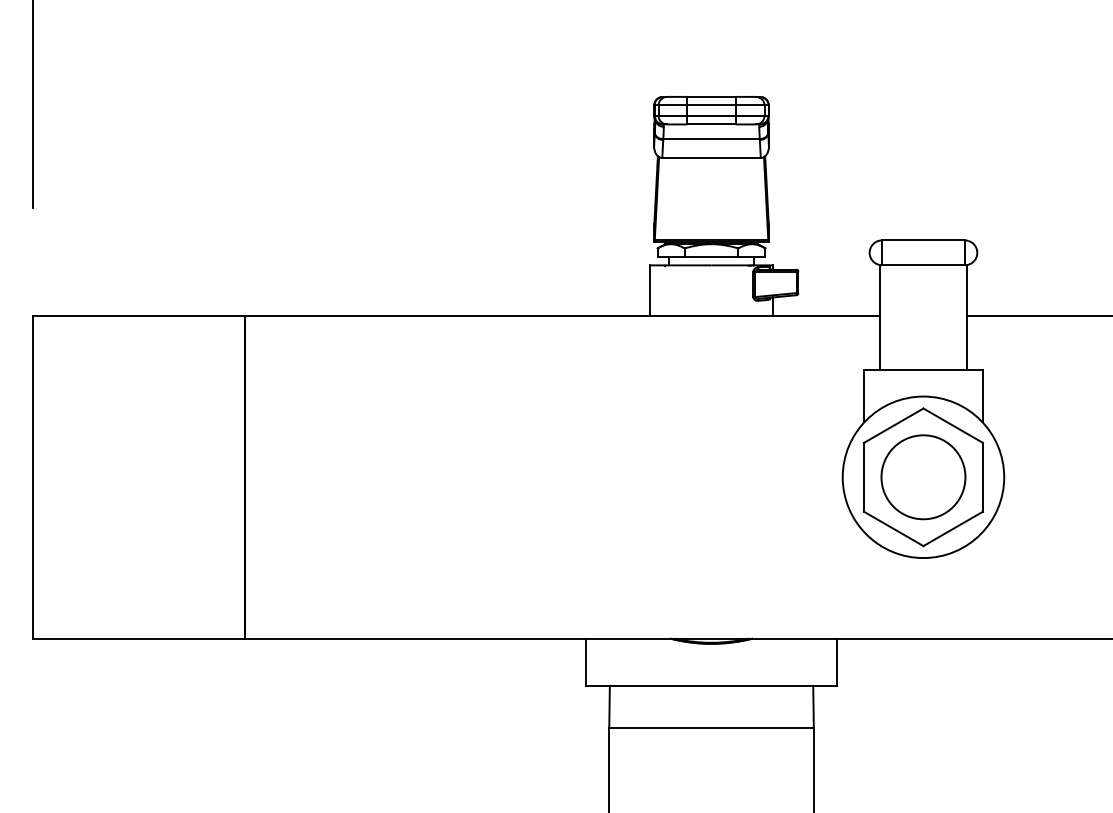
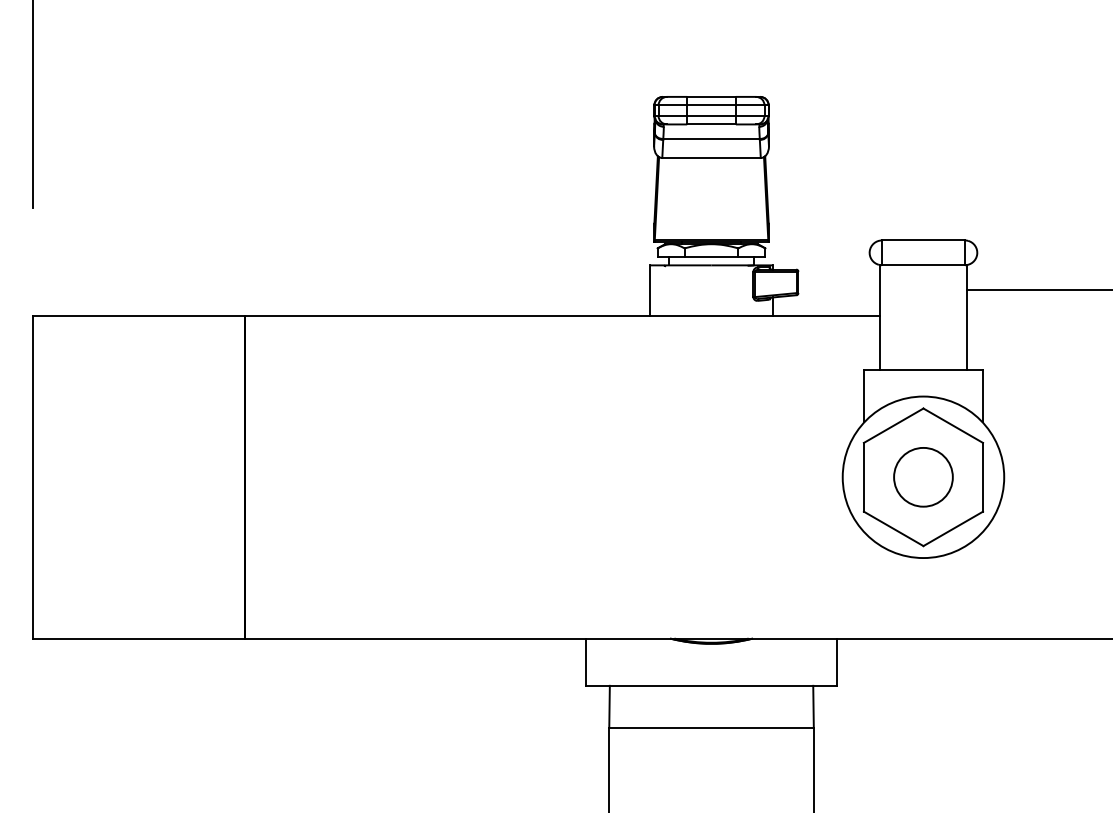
line at (1037, 316) position: (1037, 316) -> (1037, 290)
circle at (923, 477) diameter: 84 px -> 59 px
